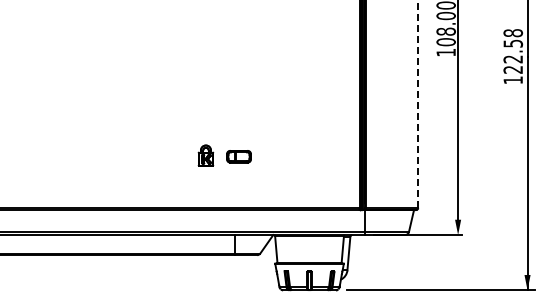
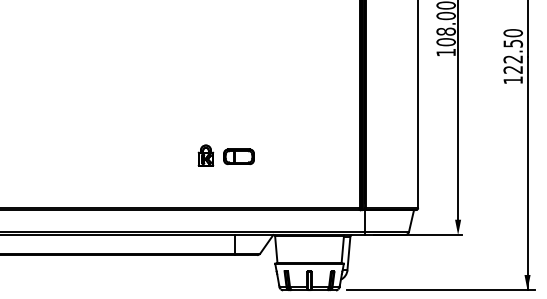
text at (512, 33): 122.58 -> 122.50
line at (418, 104): dashed -> solid
part at (238, 156) size: 26x14 px -> 32x17 px
